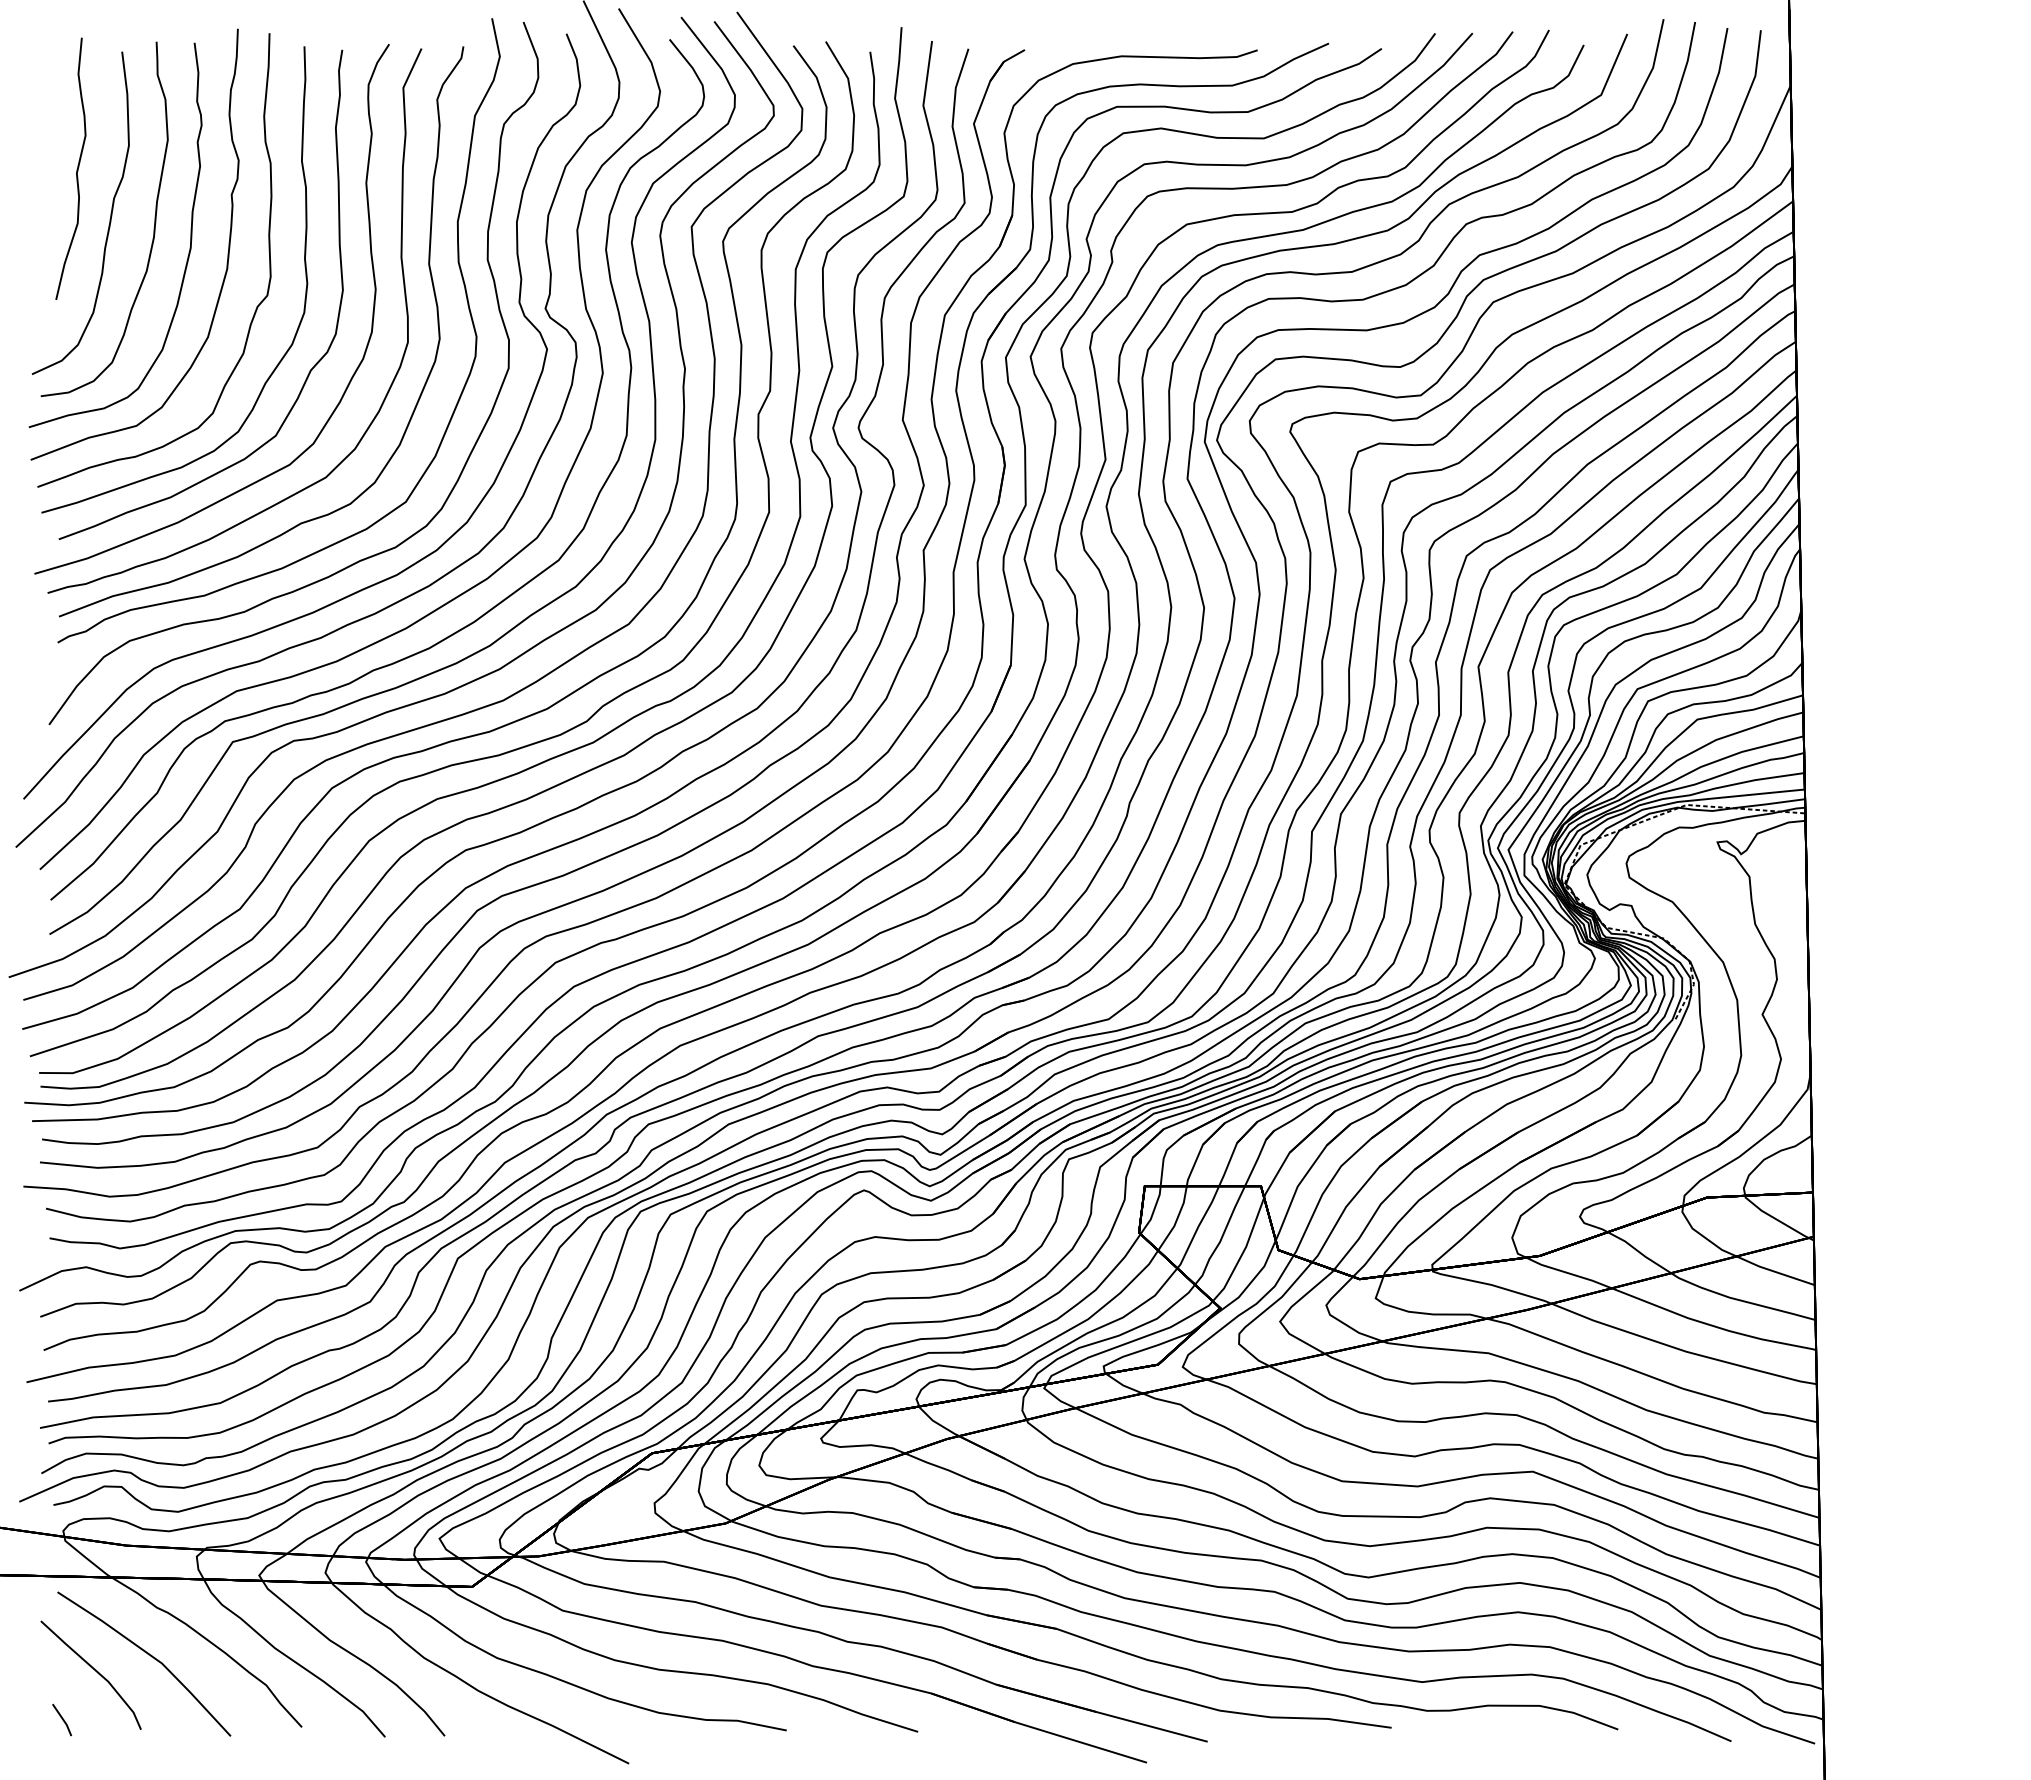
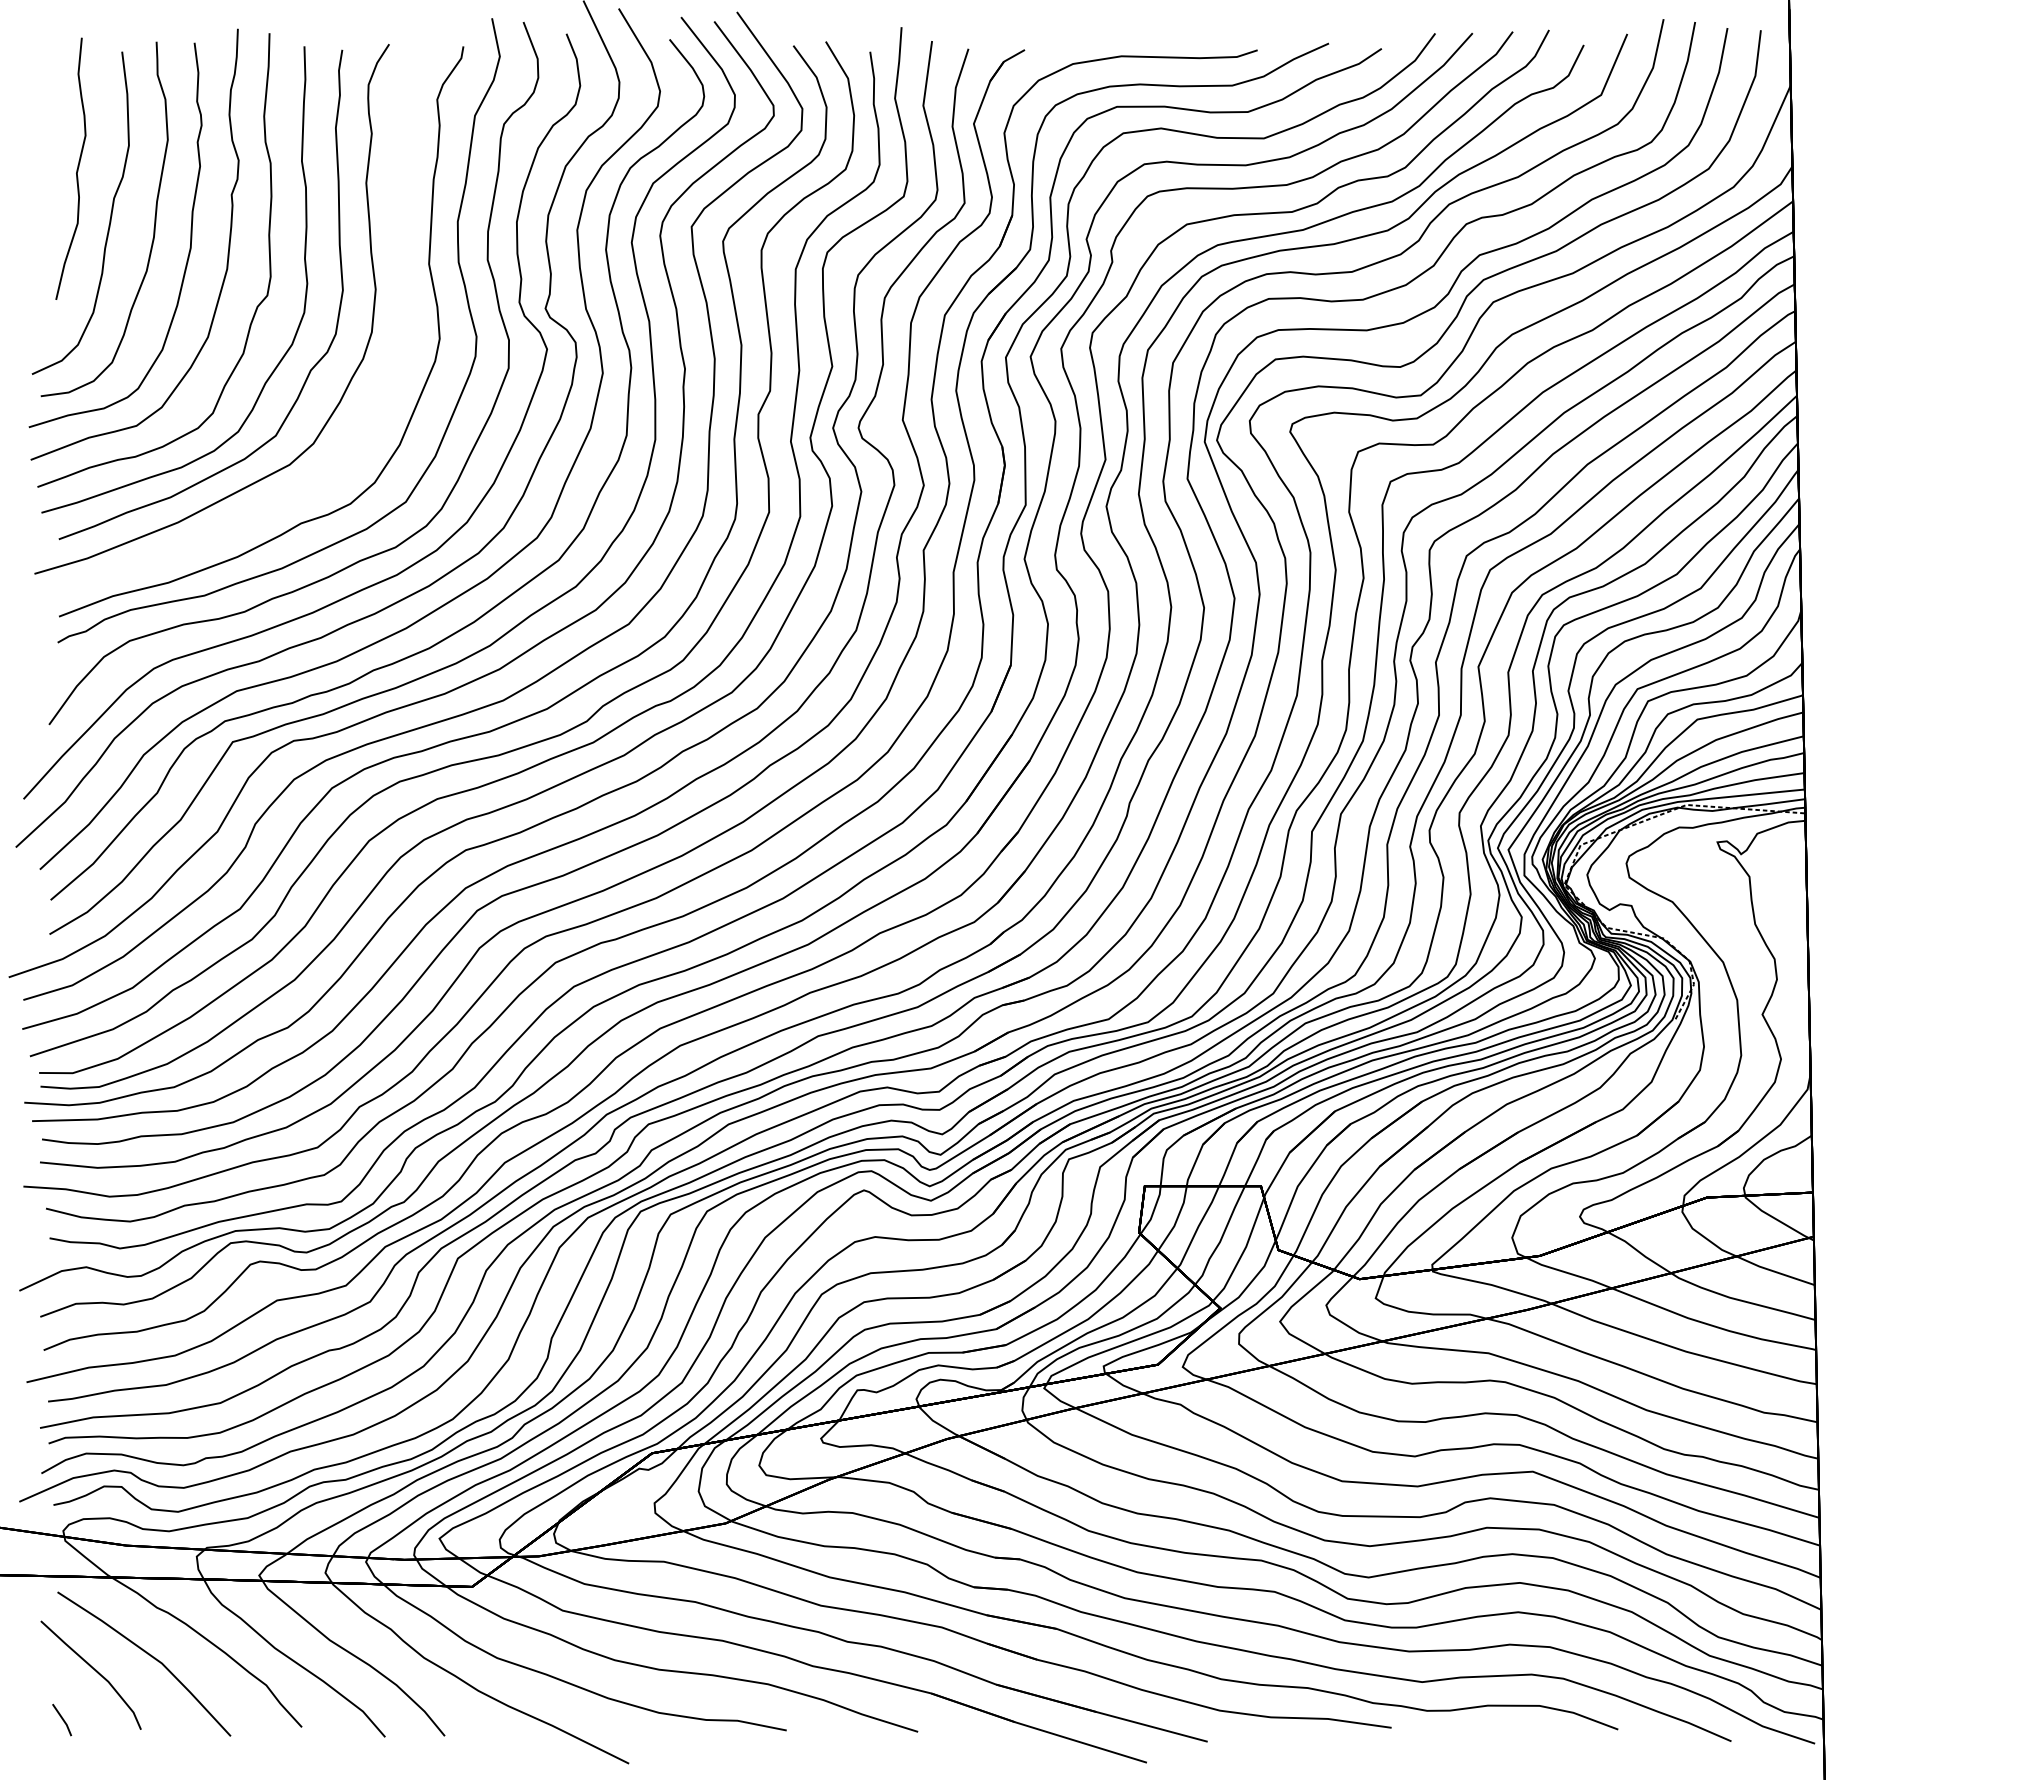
curve at (388, 388): present -> none
